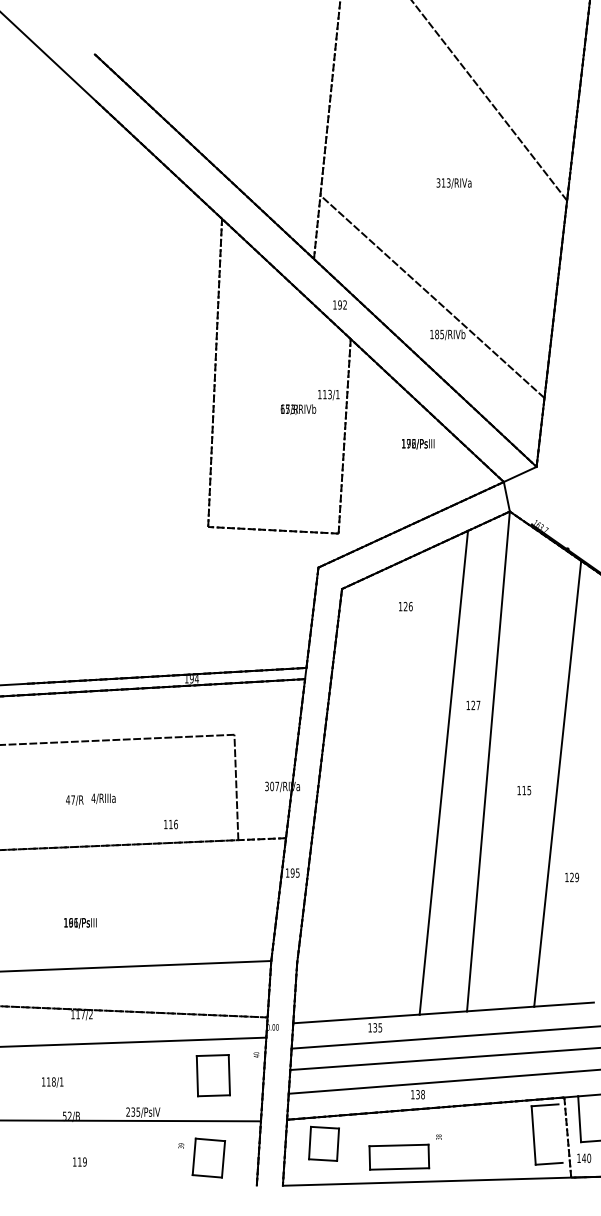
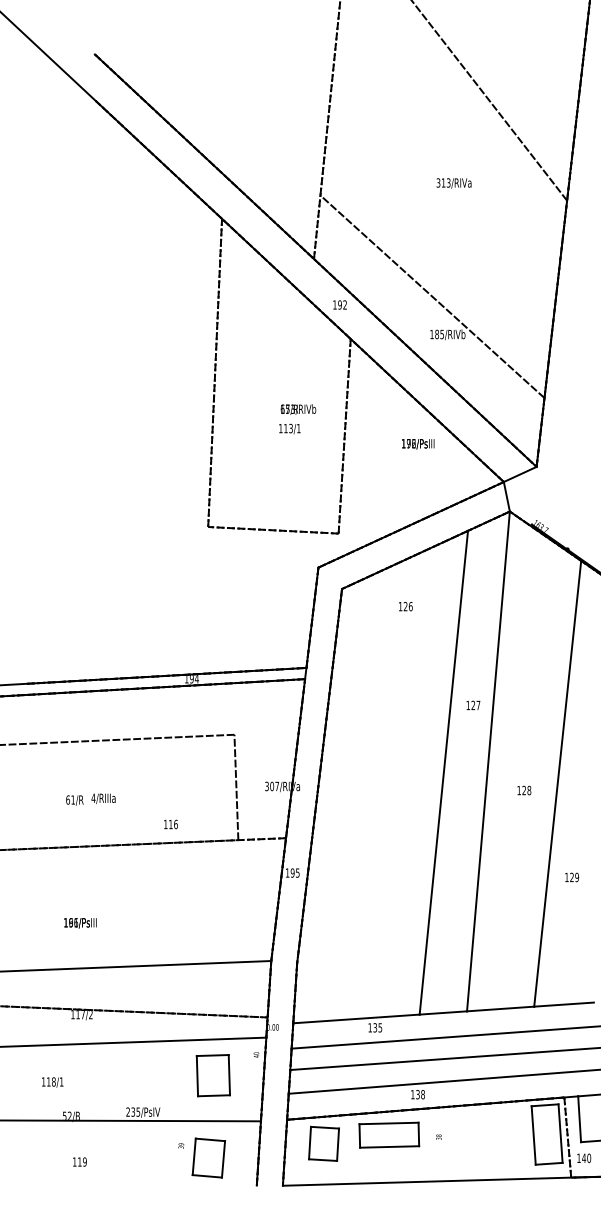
text at (328, 394) position: (328, 394) -> (289, 428)
text at (526, 790): 115 -> 128
text at (70, 799): 47/R -> 61/R
line at (560, 1133): none -> present
part at (399, 1156) position: (399, 1156) -> (389, 1134)
